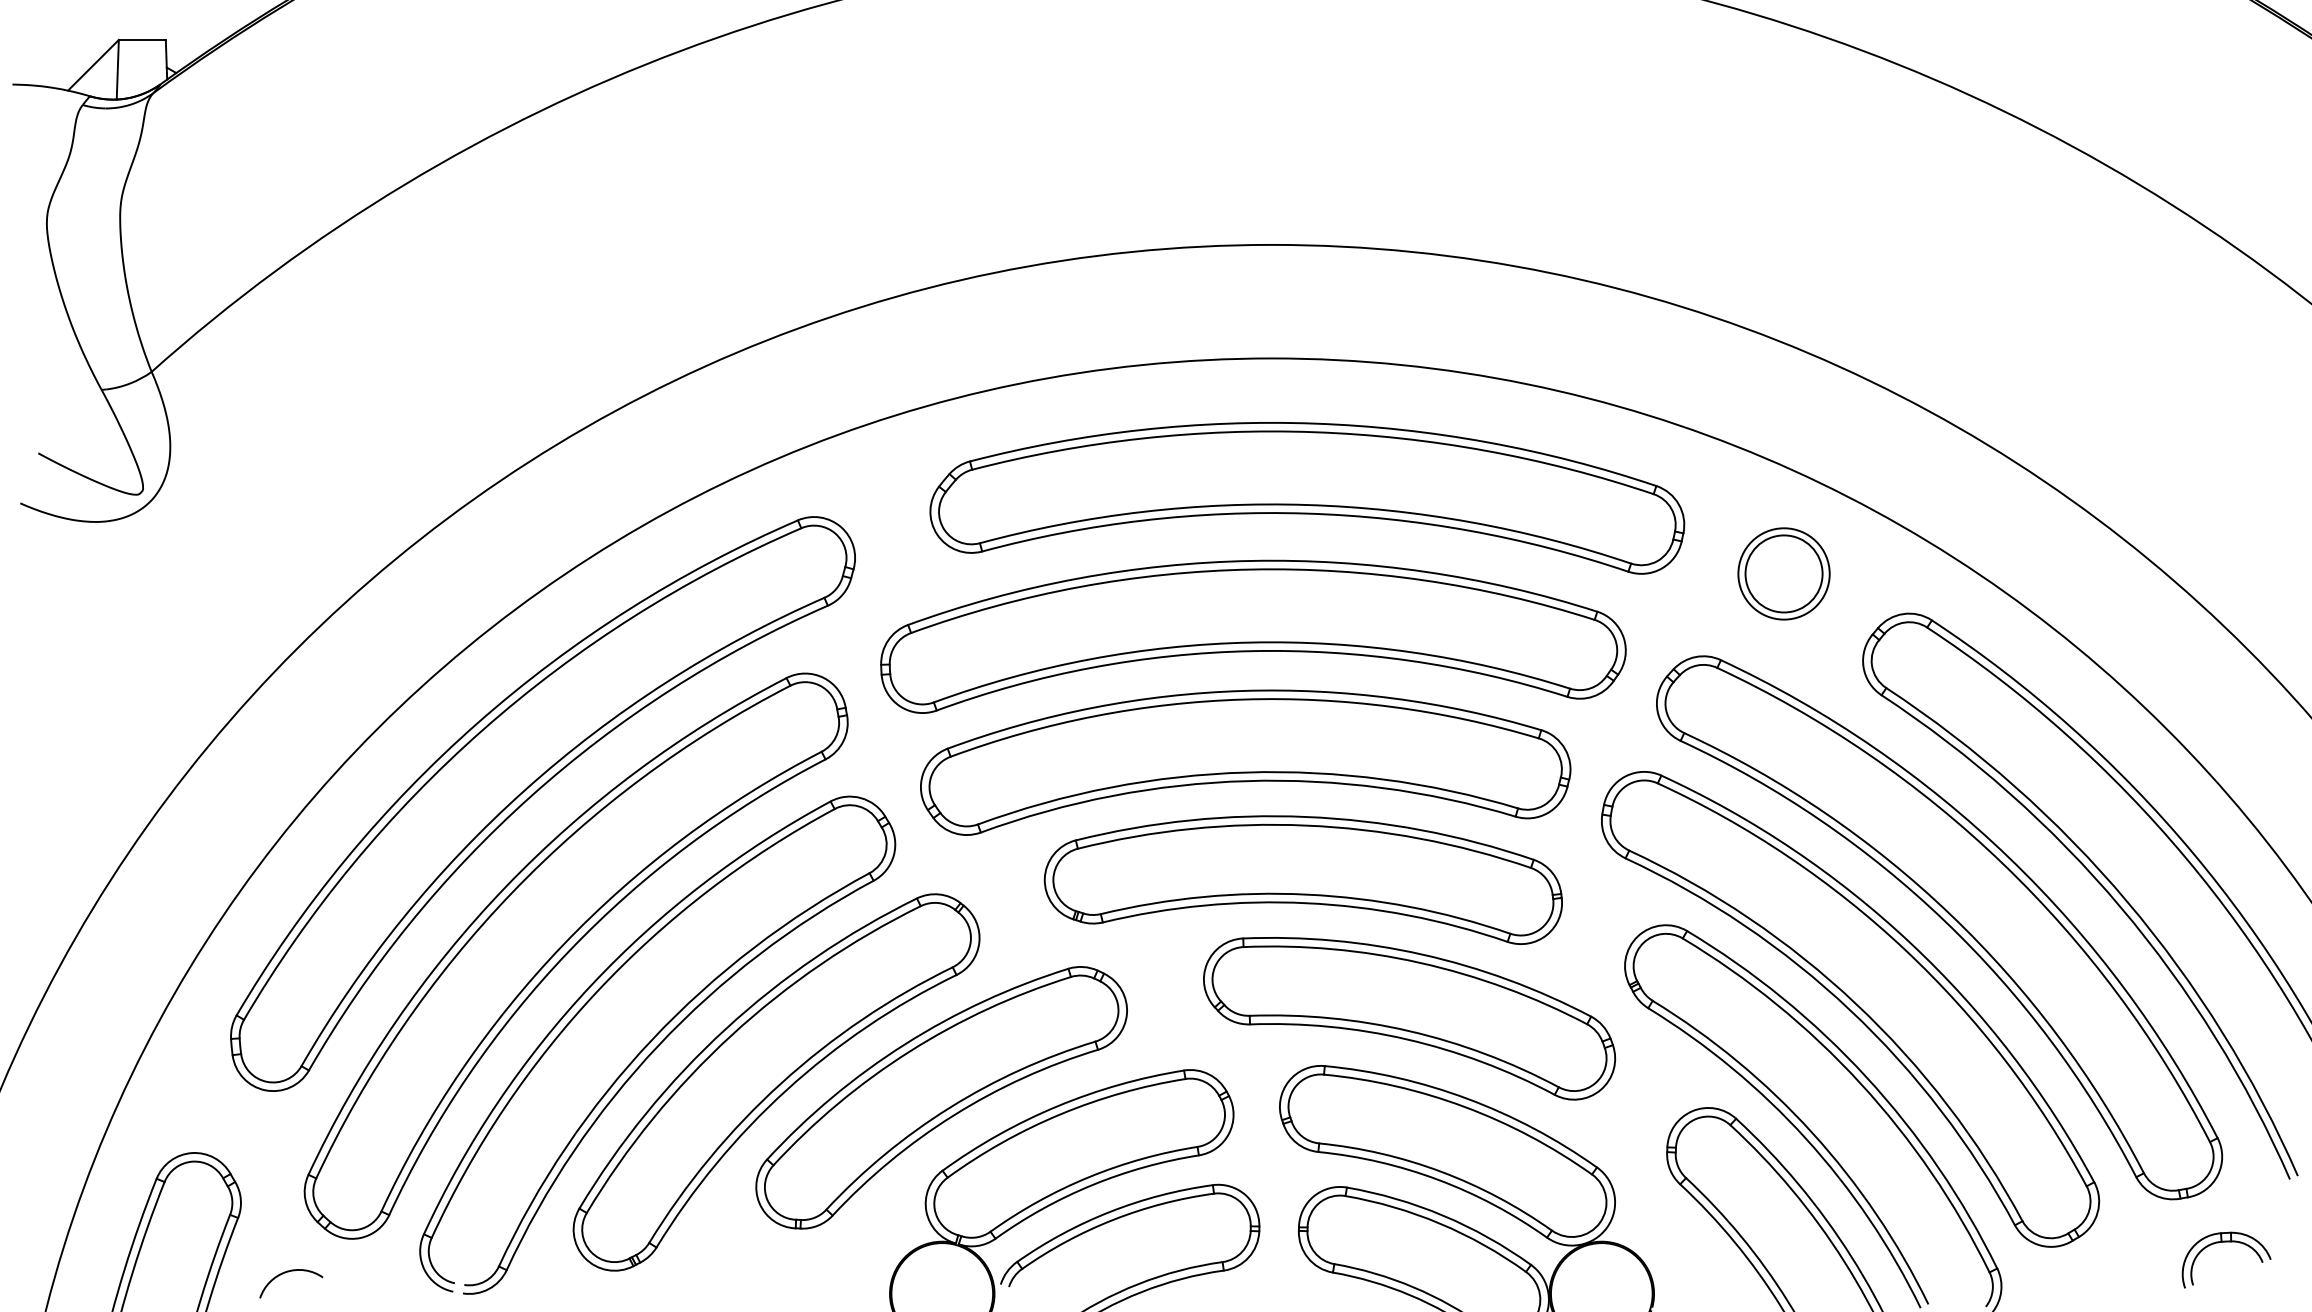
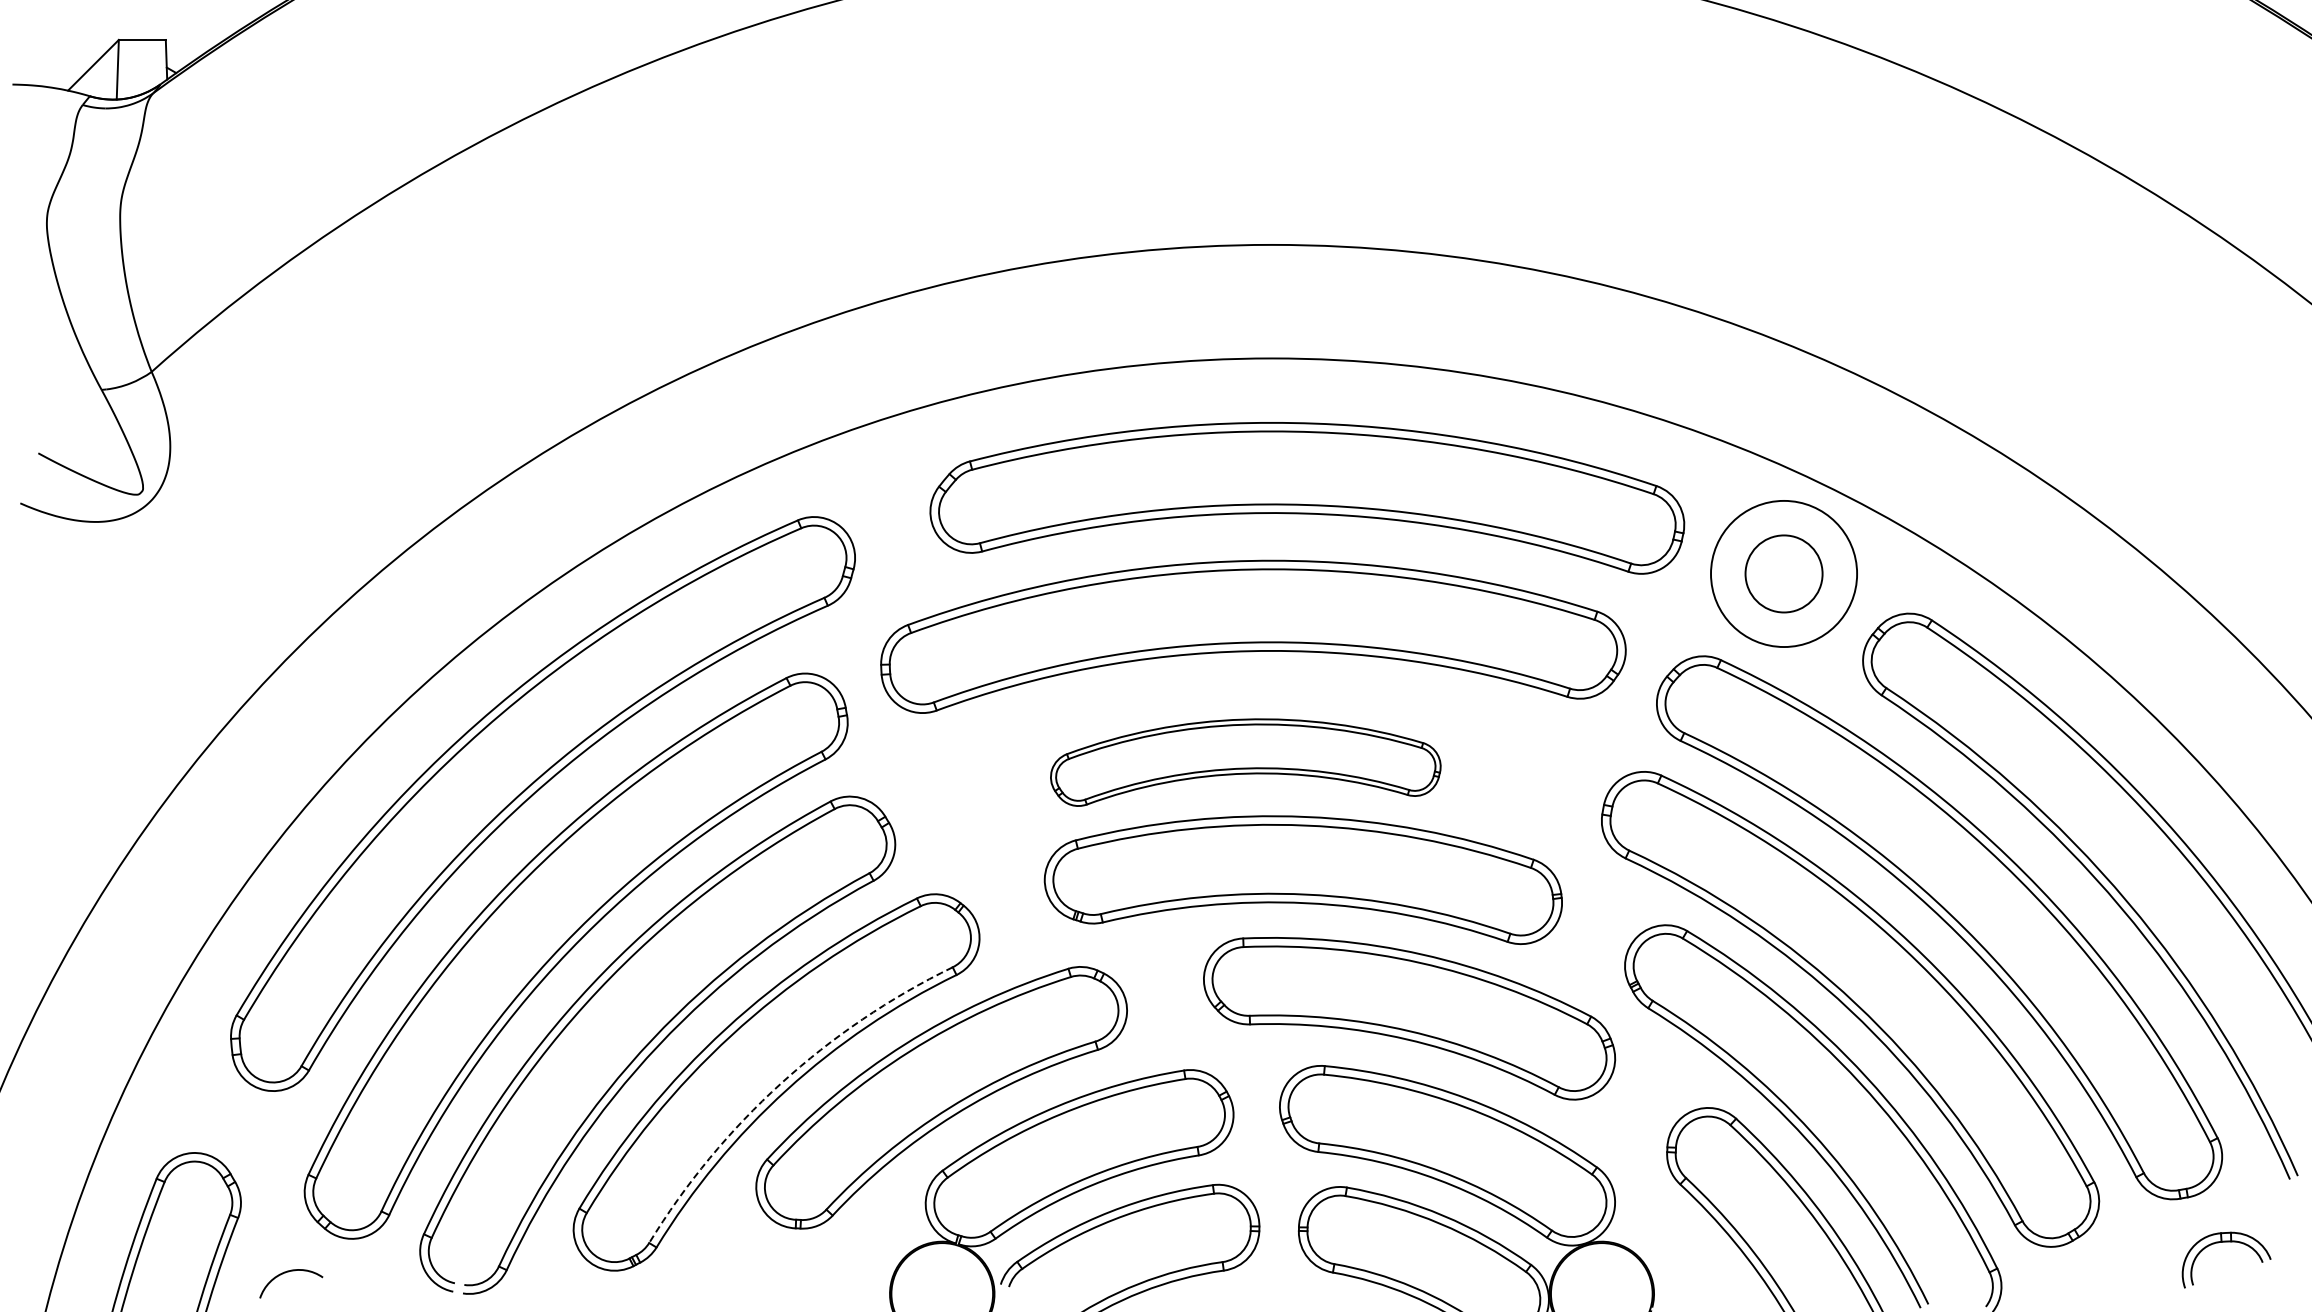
circle at (1783, 573) diameter: 91 px -> 146 px
part at (1245, 762) size: 652x147 px -> 392x89 px
arc at (781, 1083): solid -> dashed
